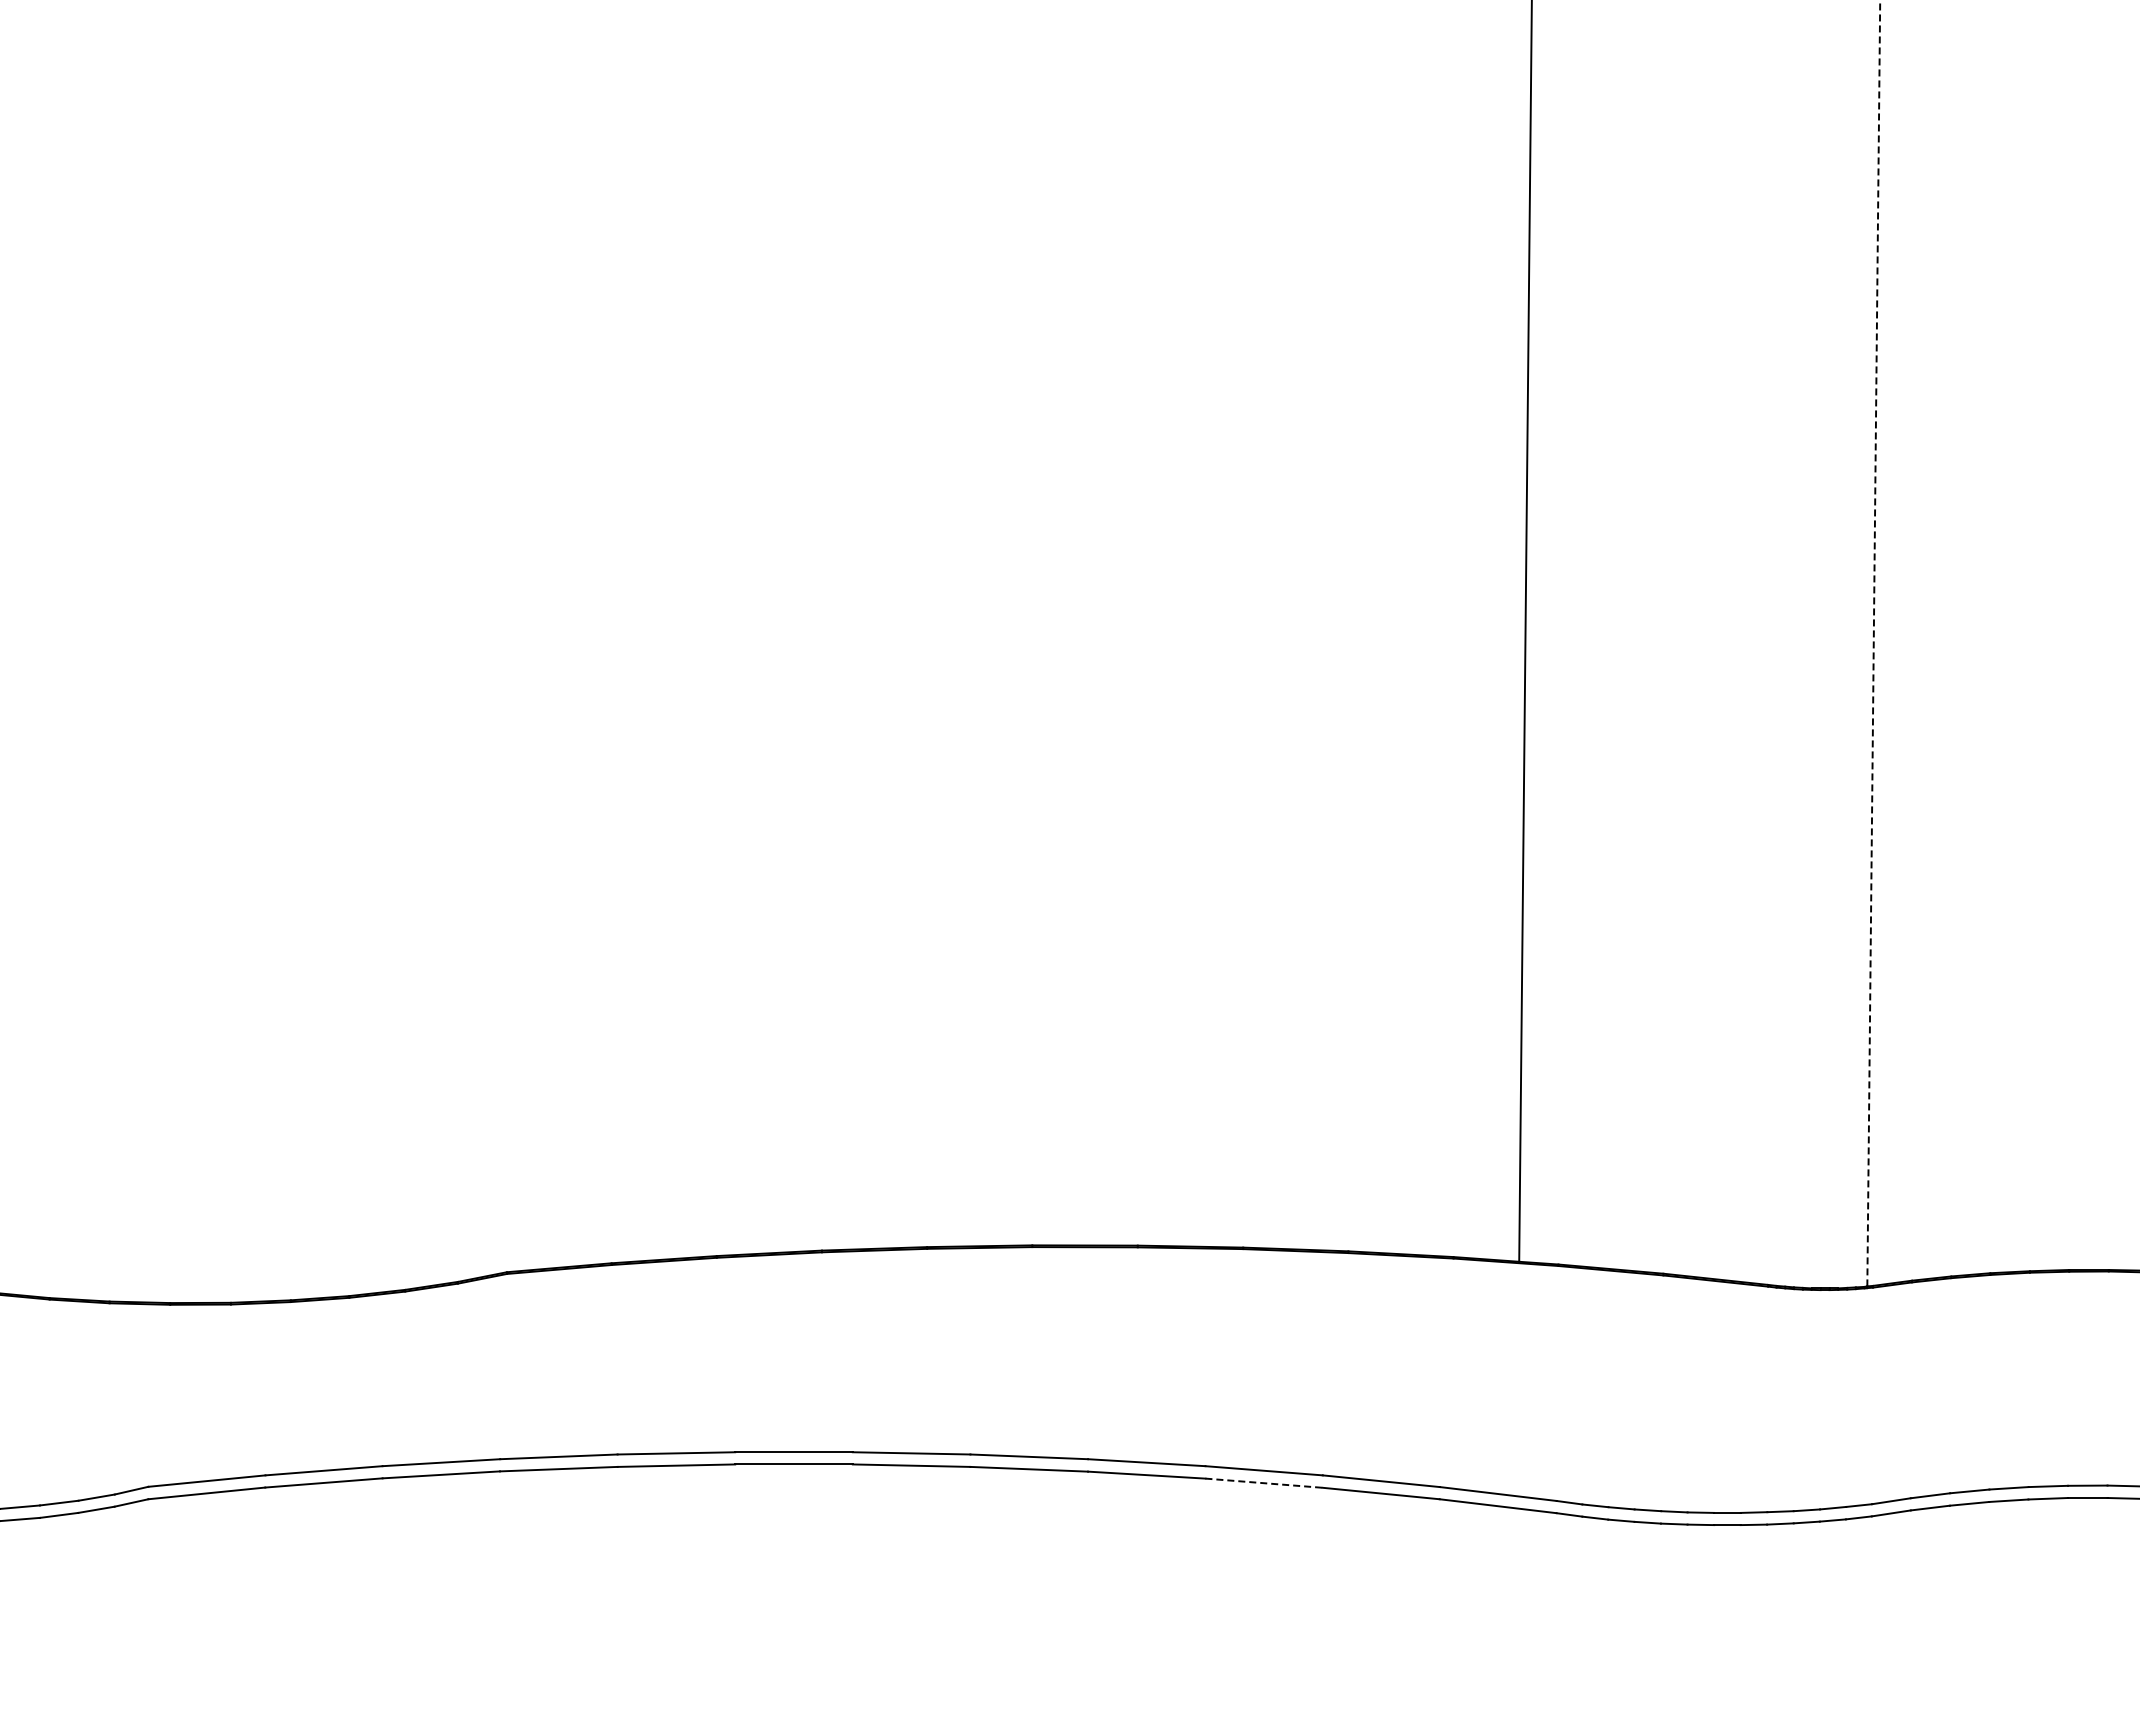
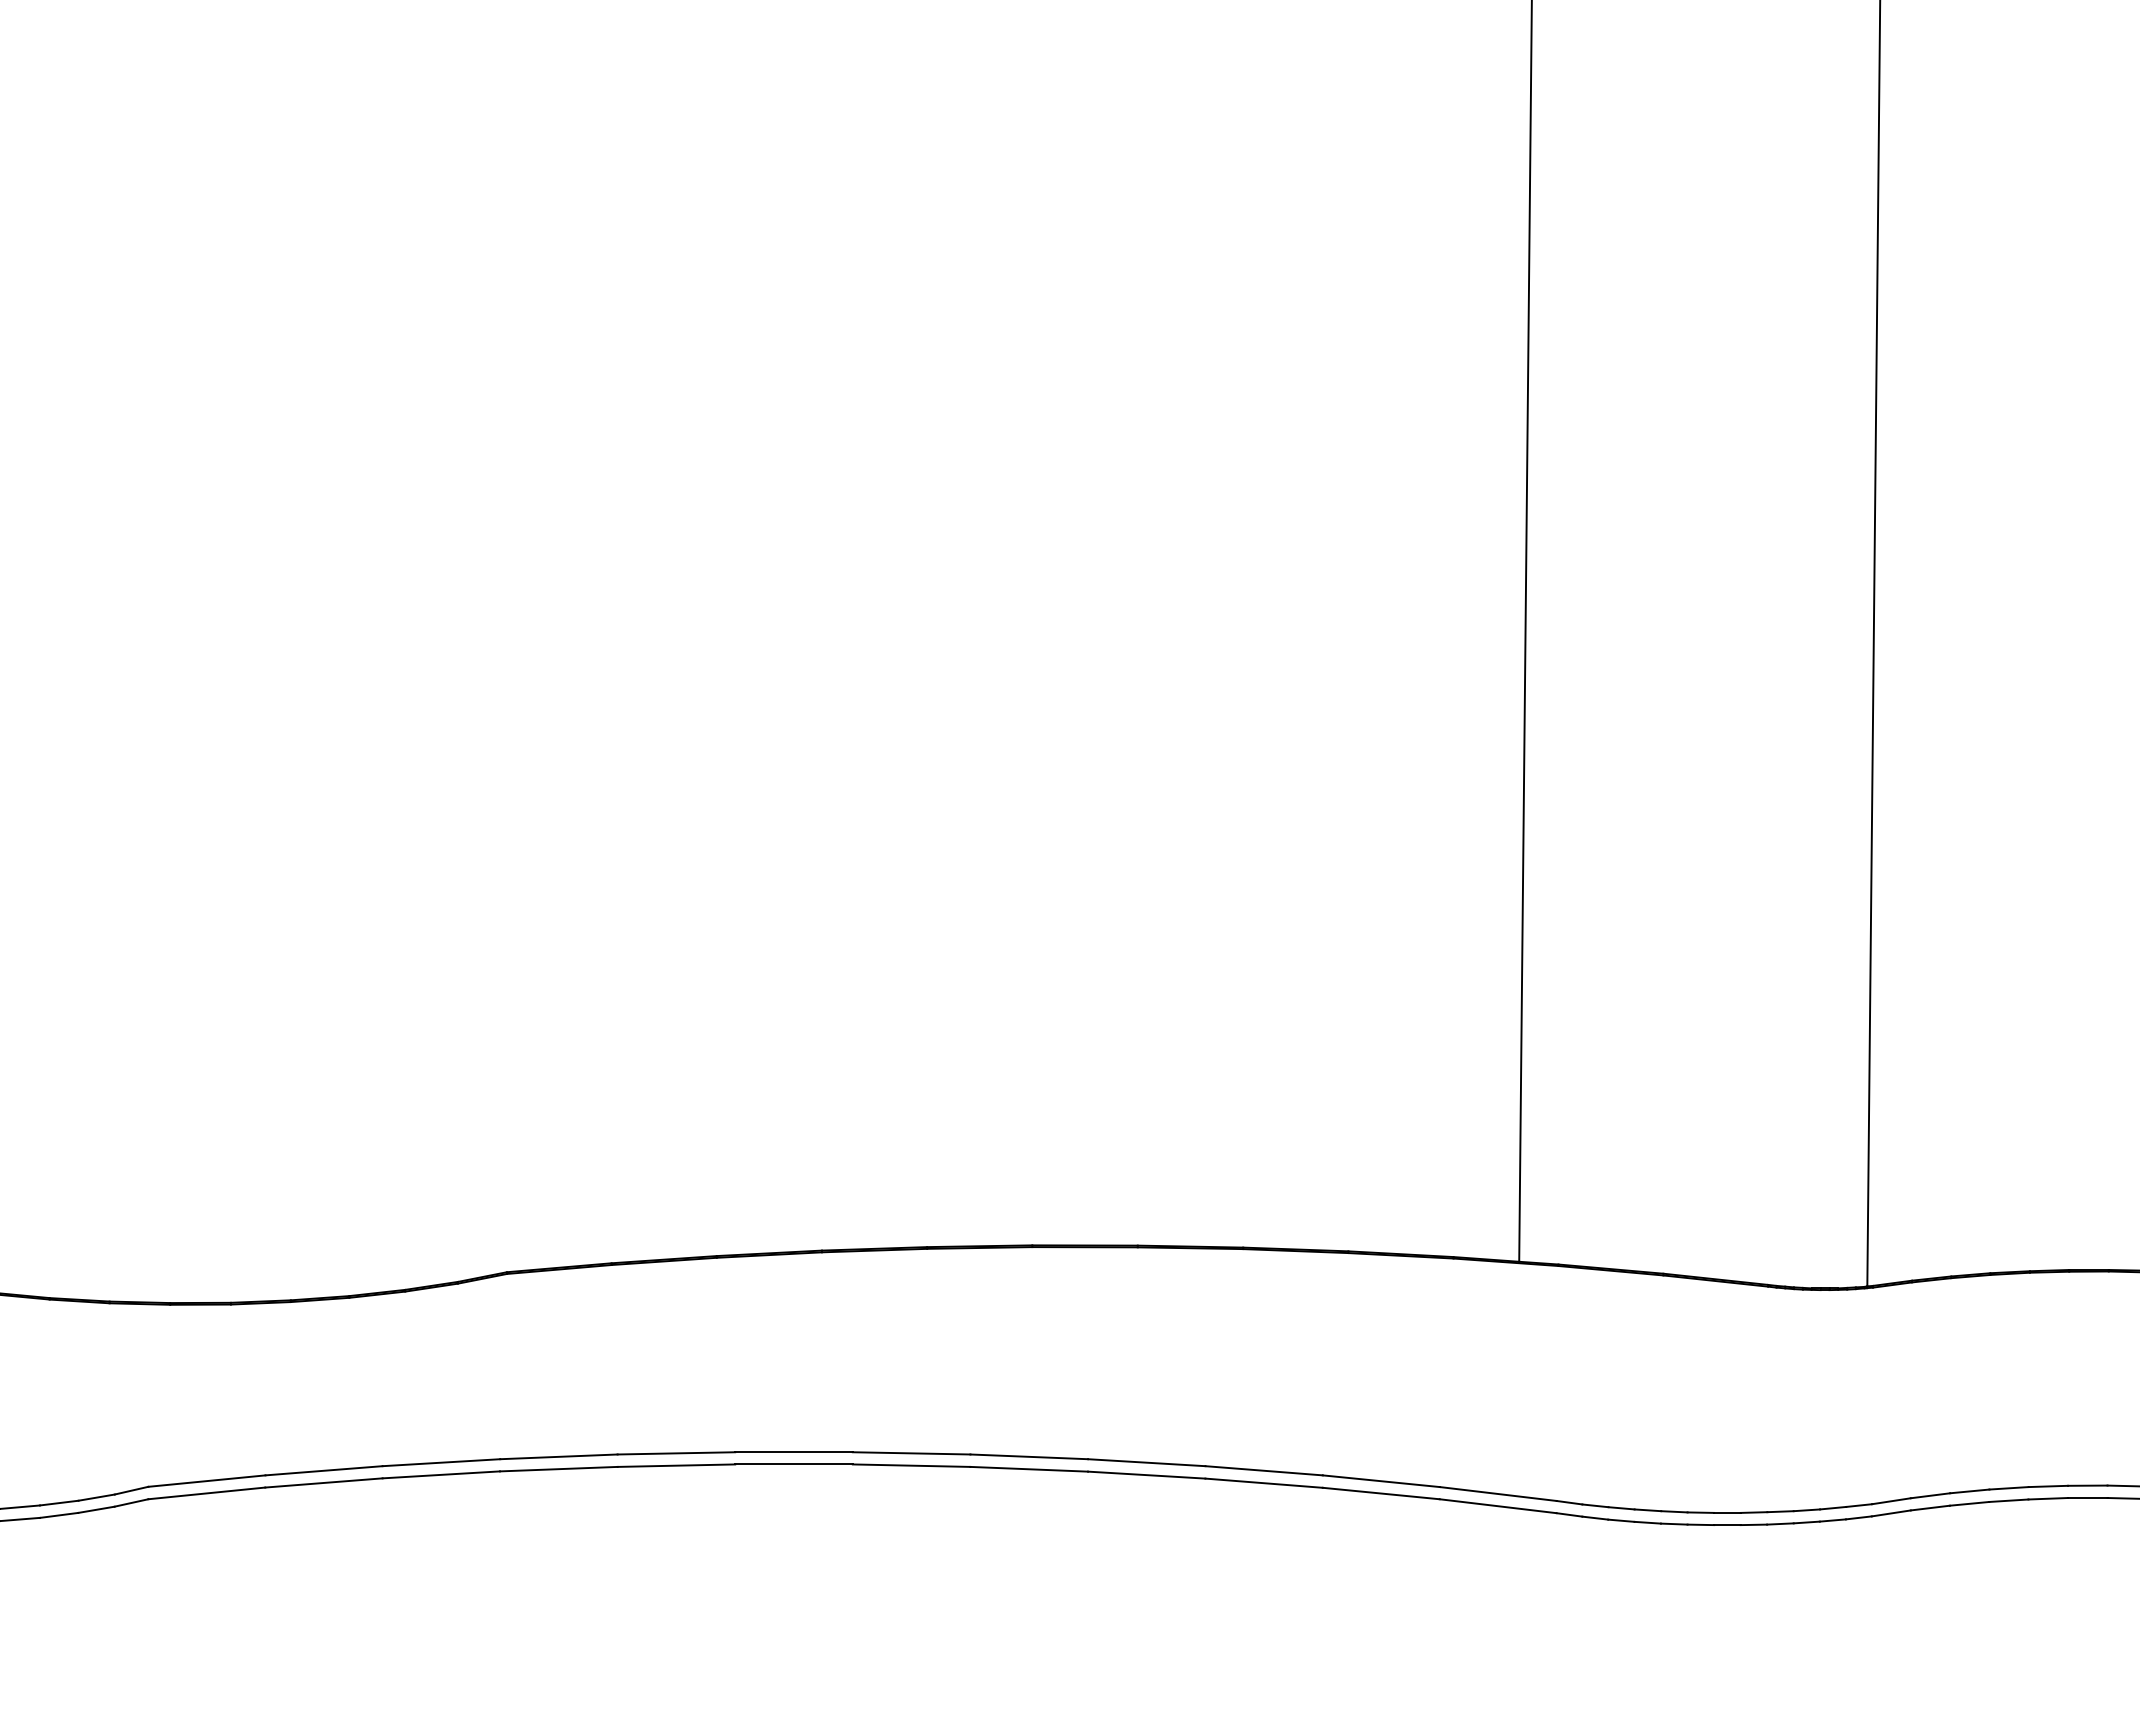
line at (1873, 643): dashed -> solid
line at (1264, 1483): dashed -> solid
